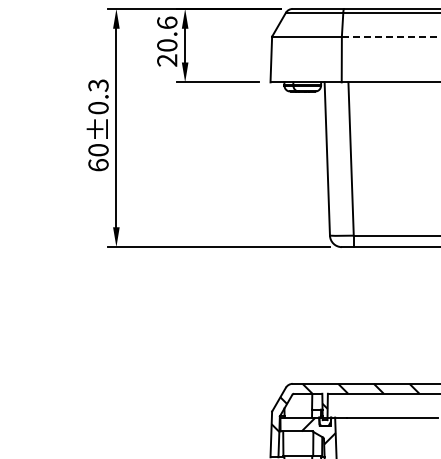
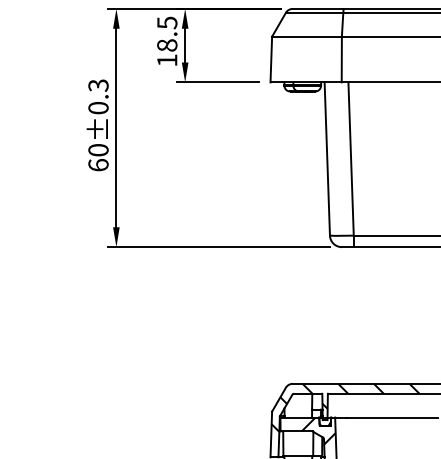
line at (391, 36): dashed -> solid
text at (167, 41): 20.6 -> 18.5
